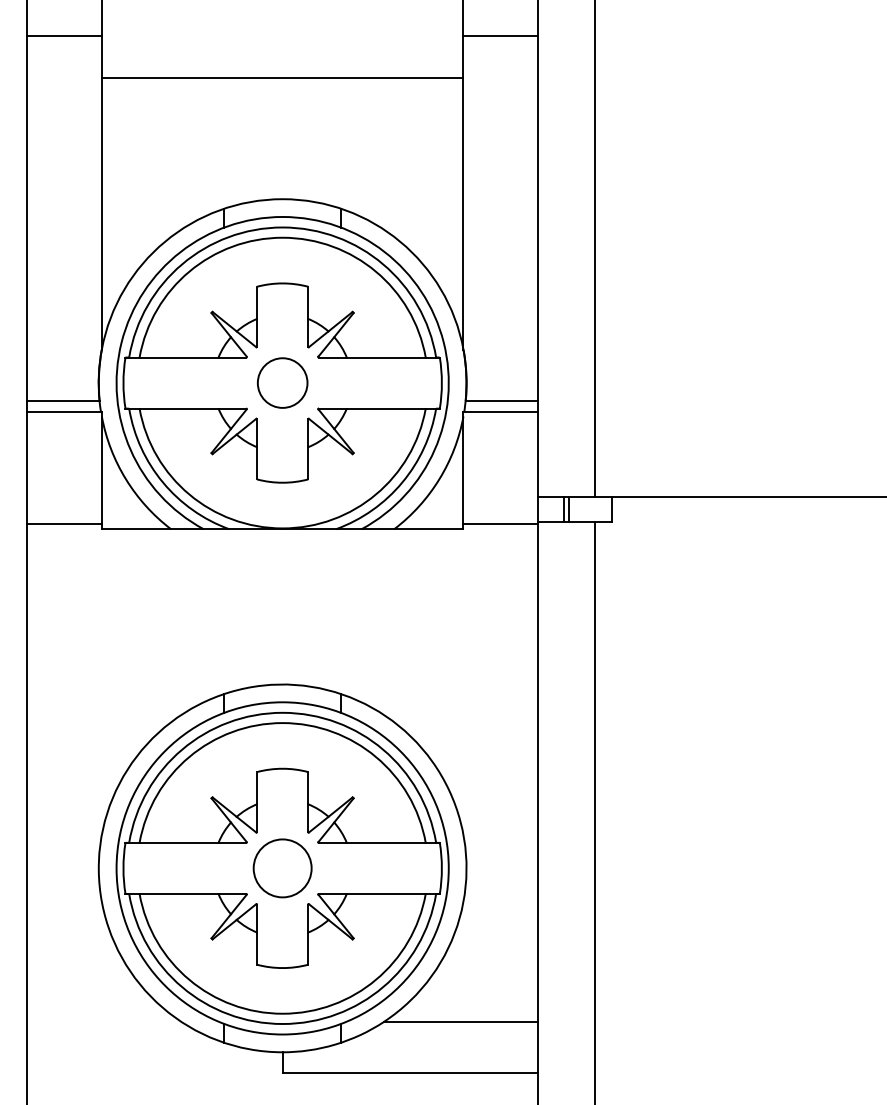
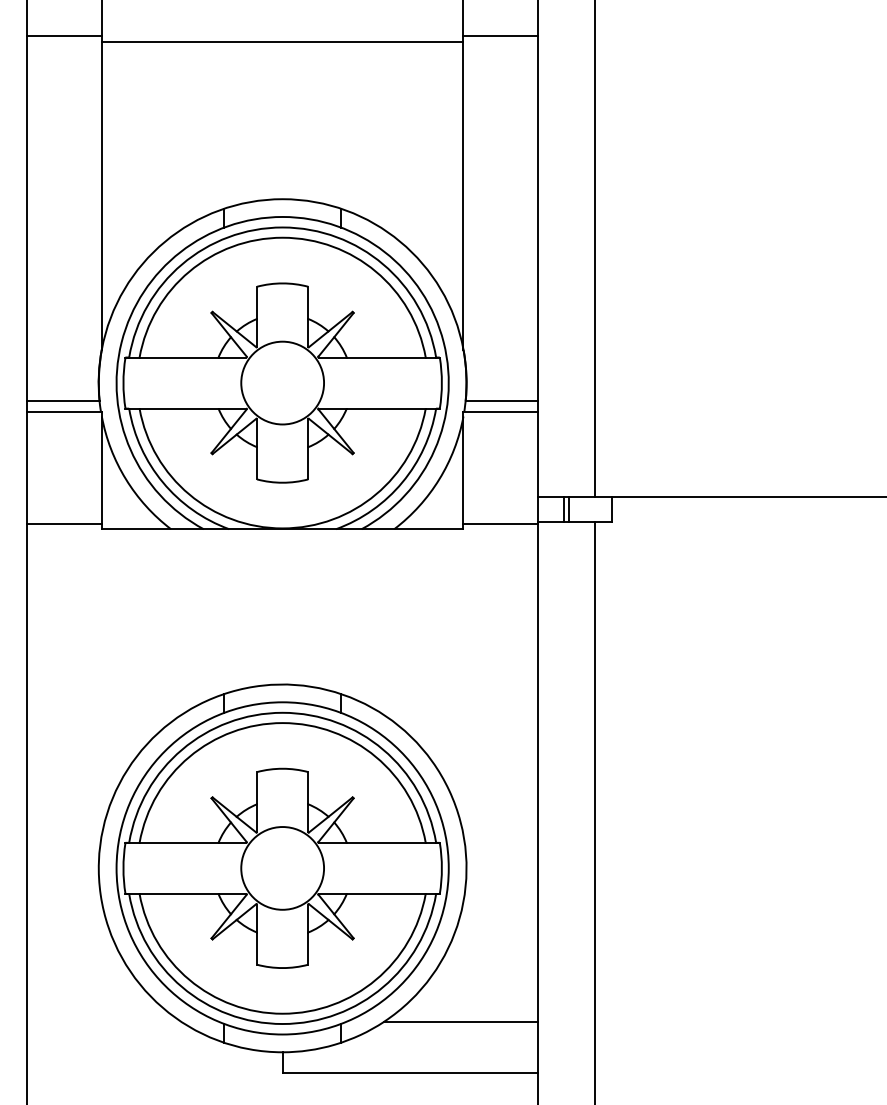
line at (282, 78) position: (282, 78) -> (282, 42)
circle at (282, 382) diameter: 50 px -> 83 px
circle at (282, 868) diameter: 58 px -> 83 px
